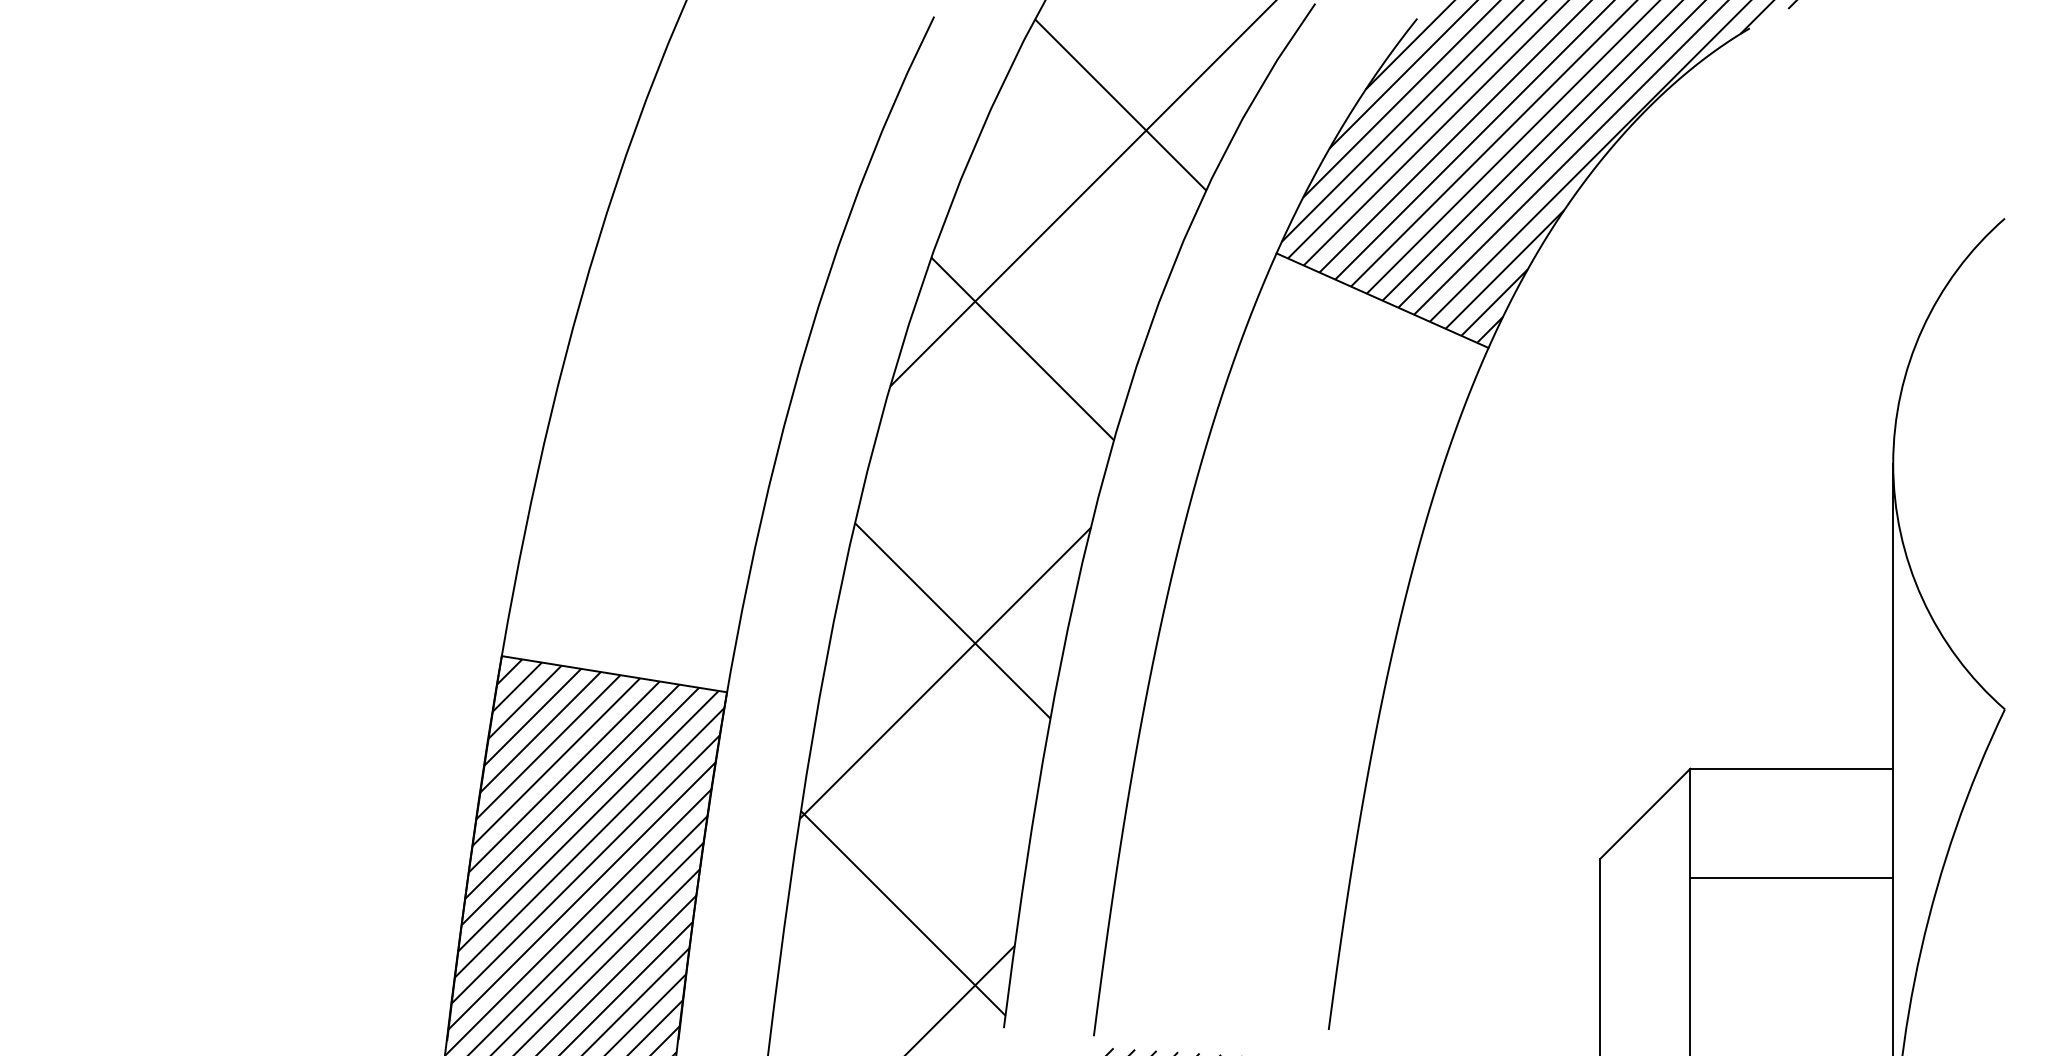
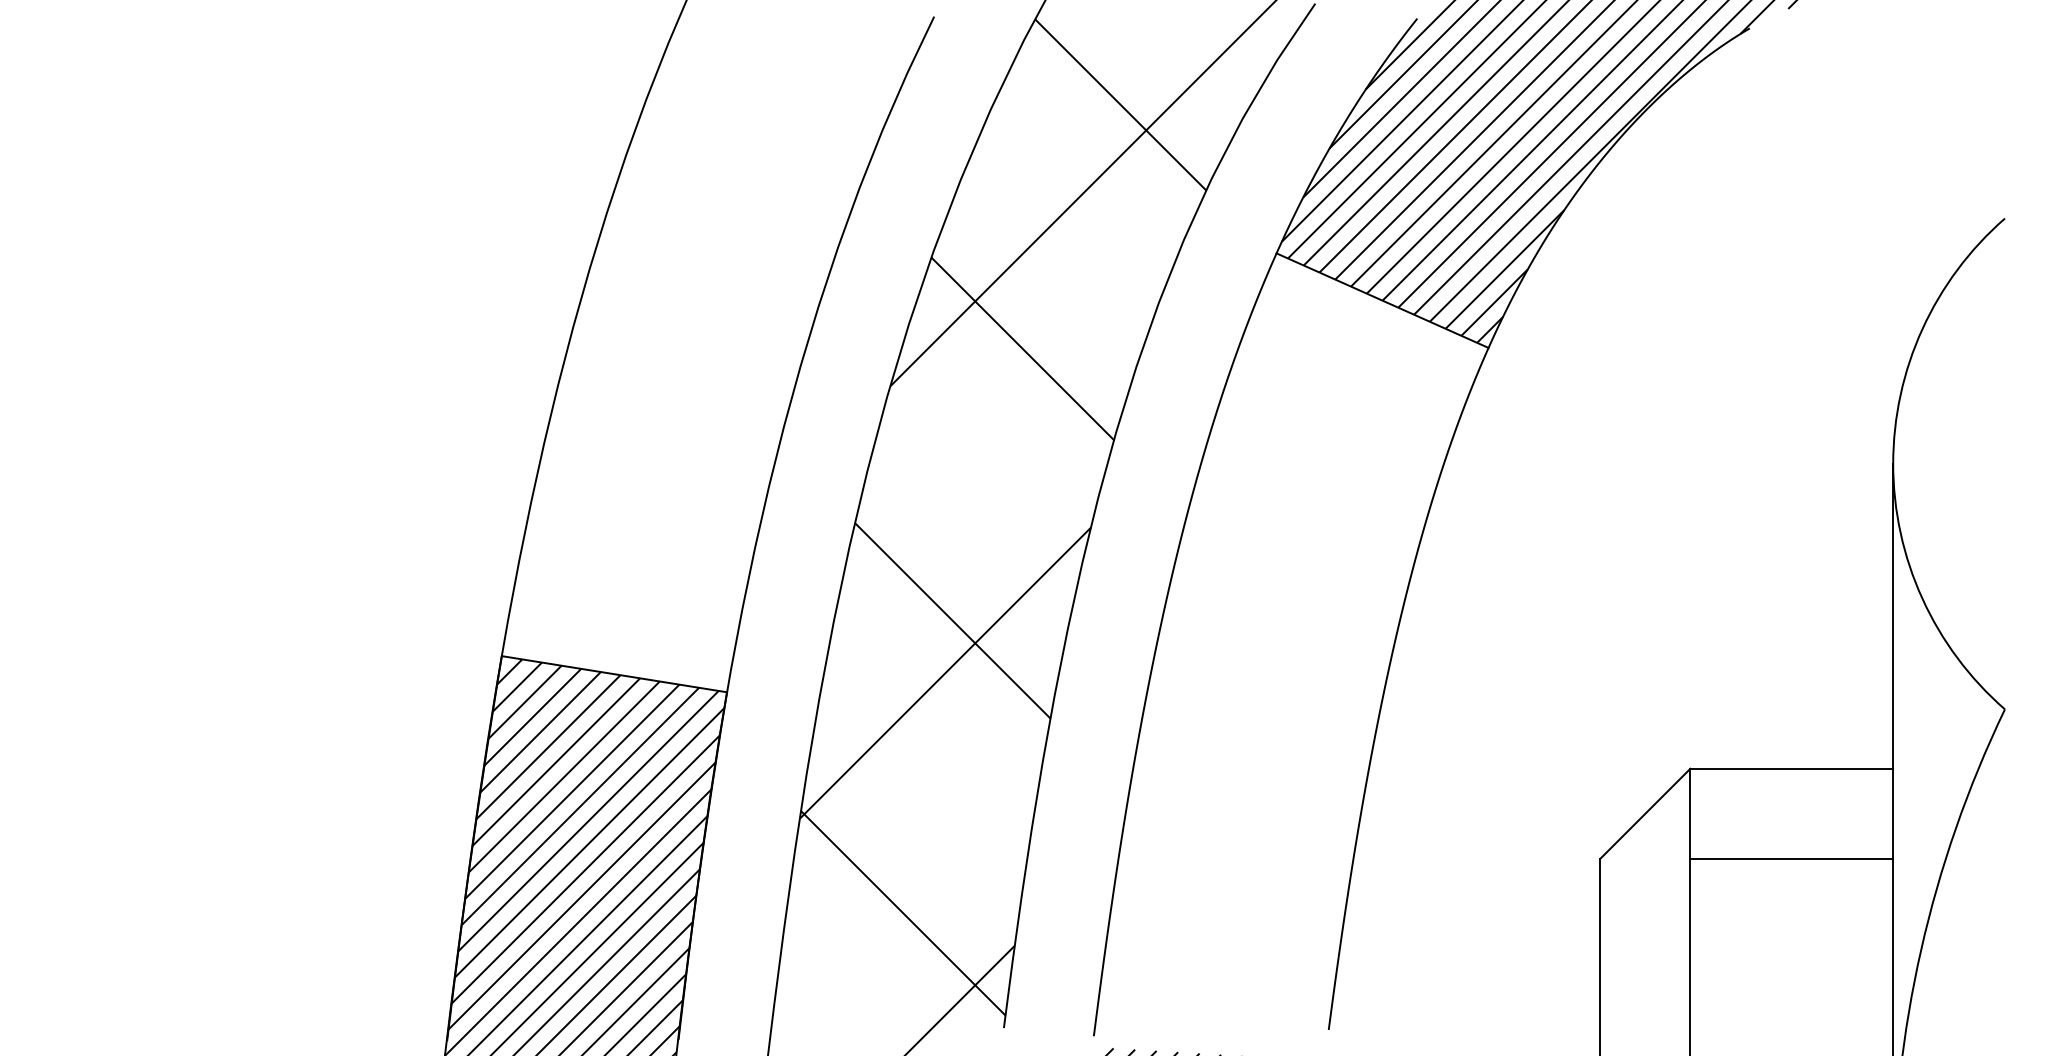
line at (1791, 877) position: (1791, 877) -> (1791, 858)
